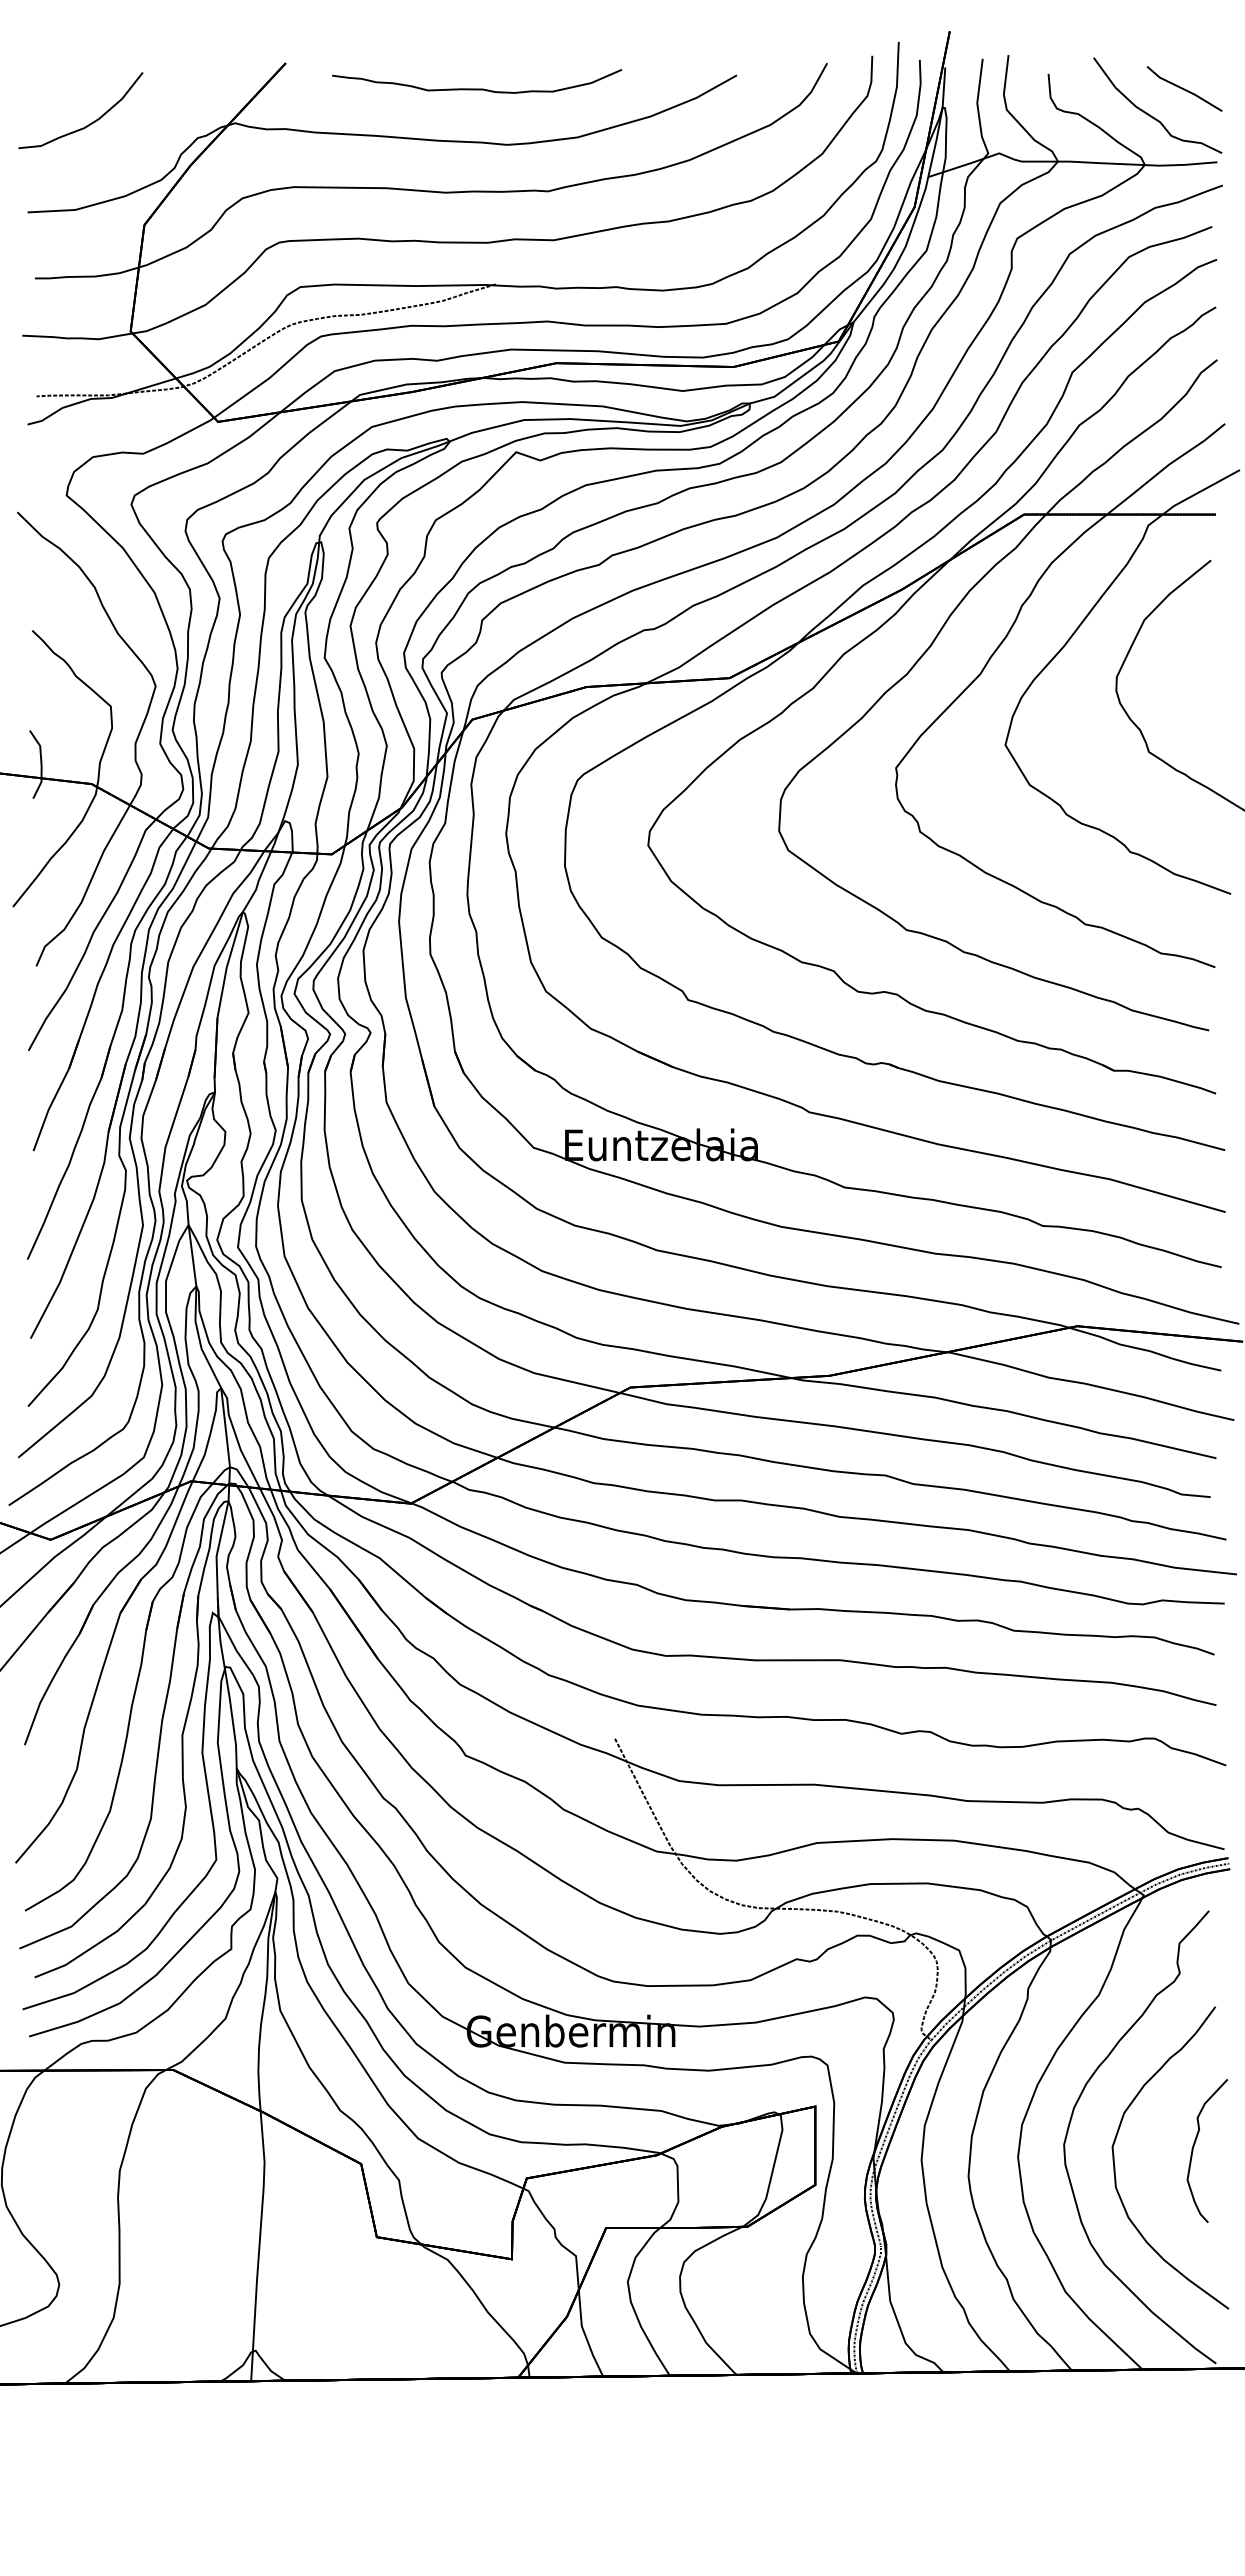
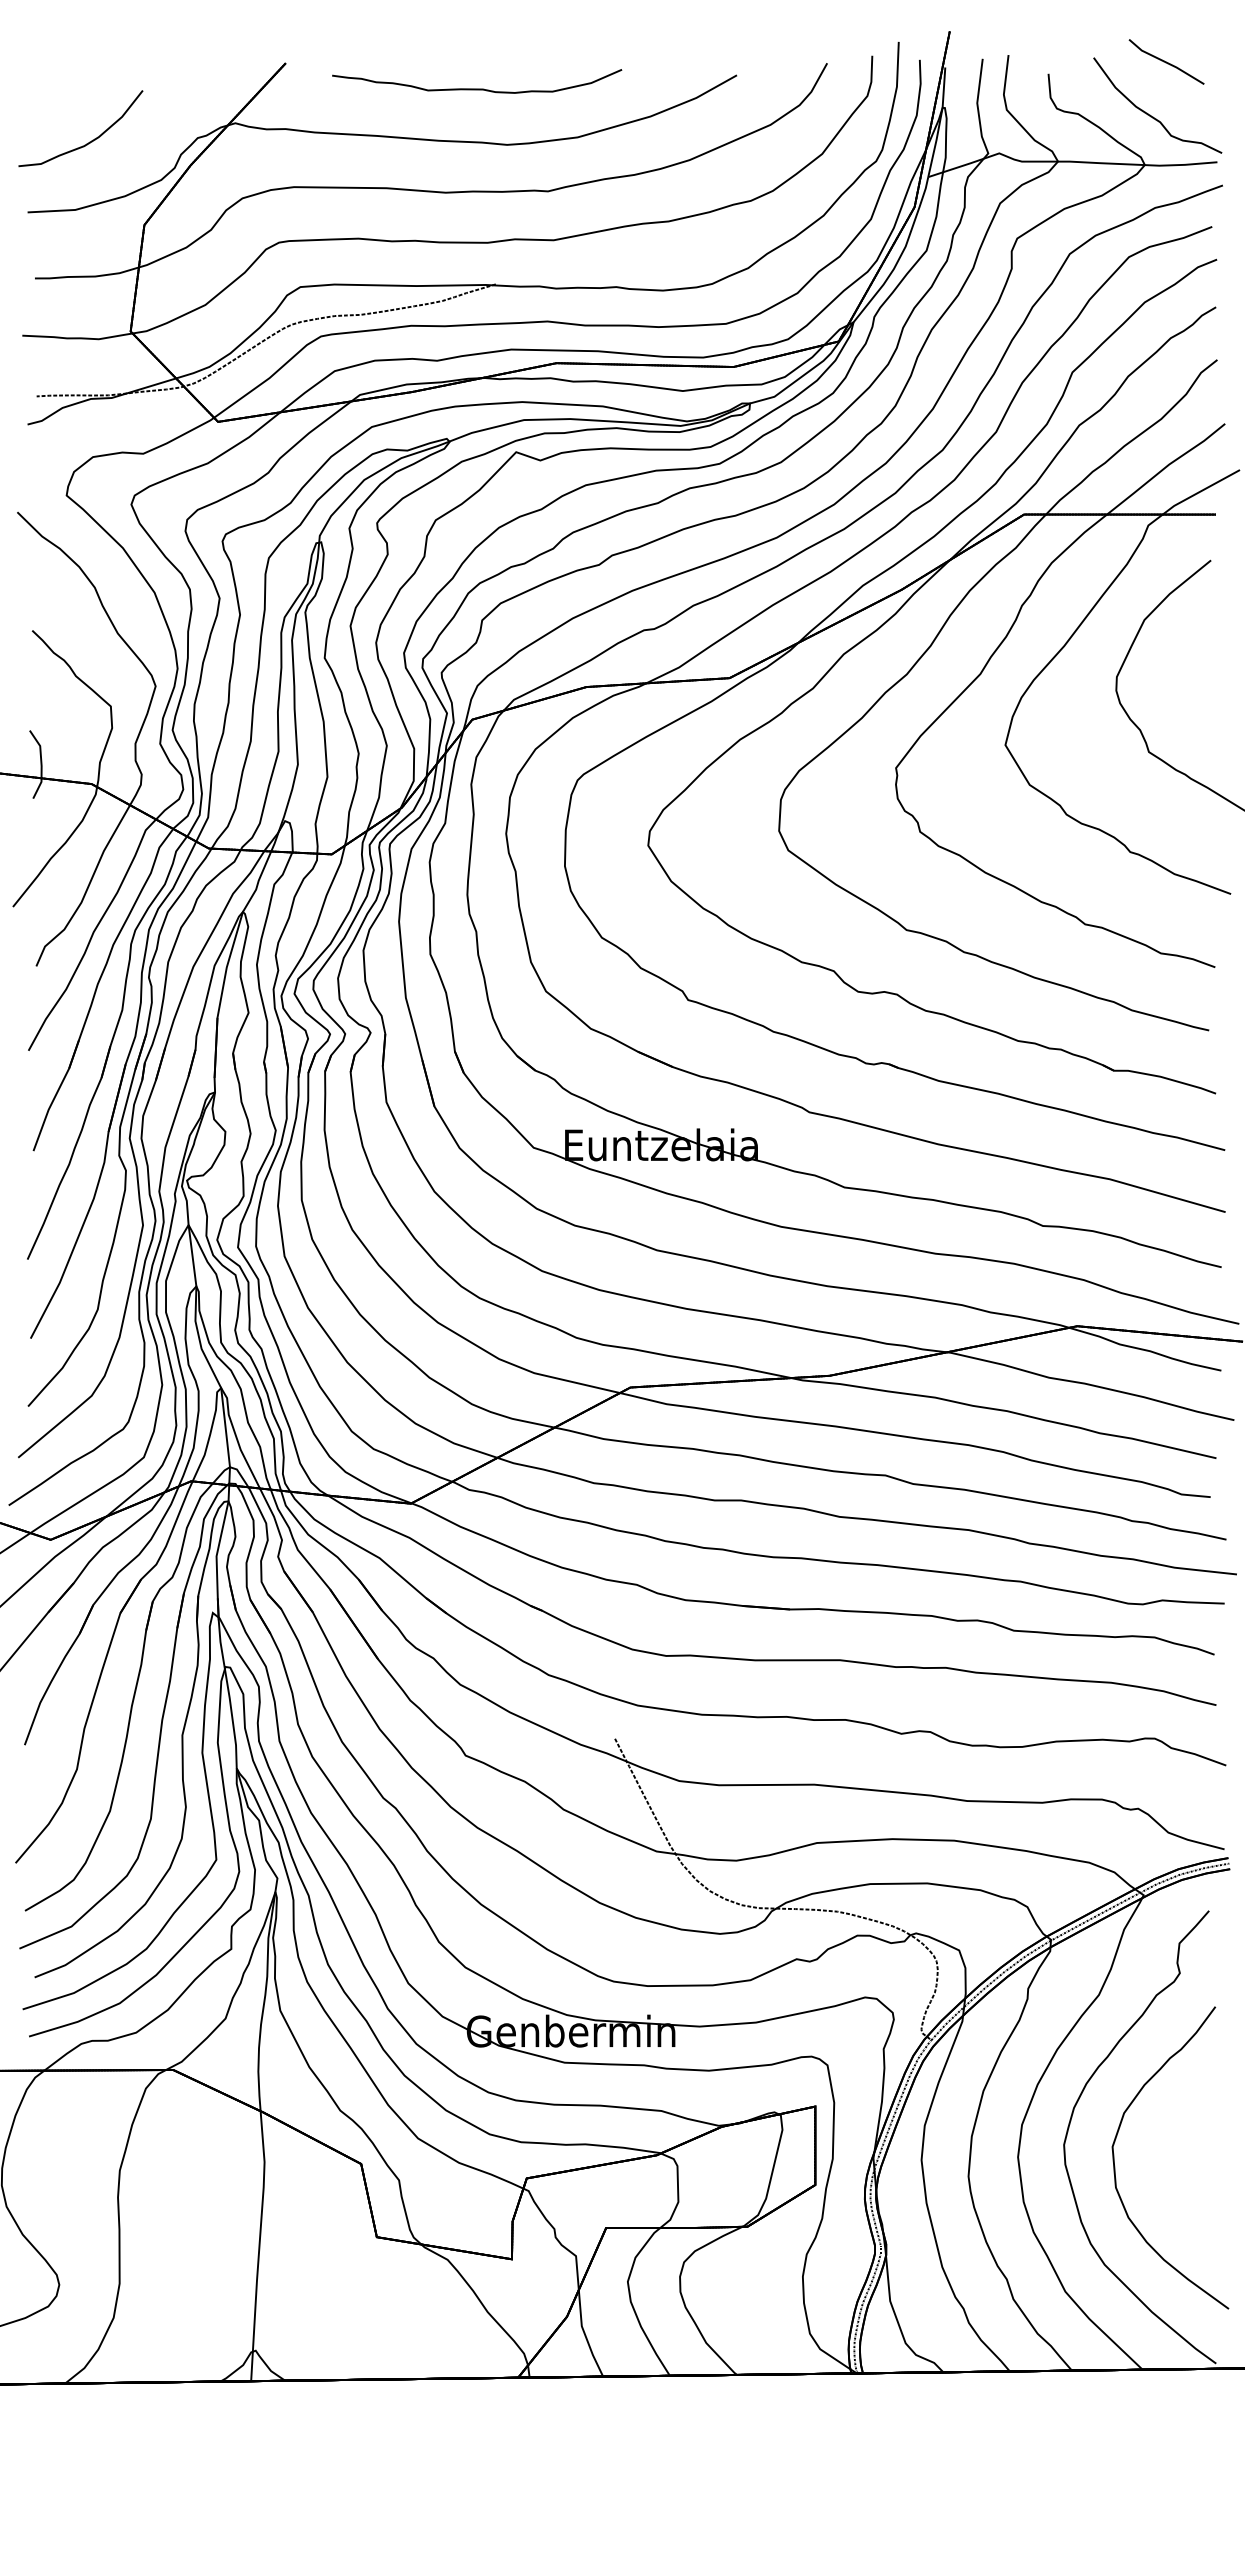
line at (1184, 88) position: (1184, 88) -> (1166, 61)
curve at (89, 123) position: (89, 123) -> (89, 141)
curve at (1194, 2146): present -> none
